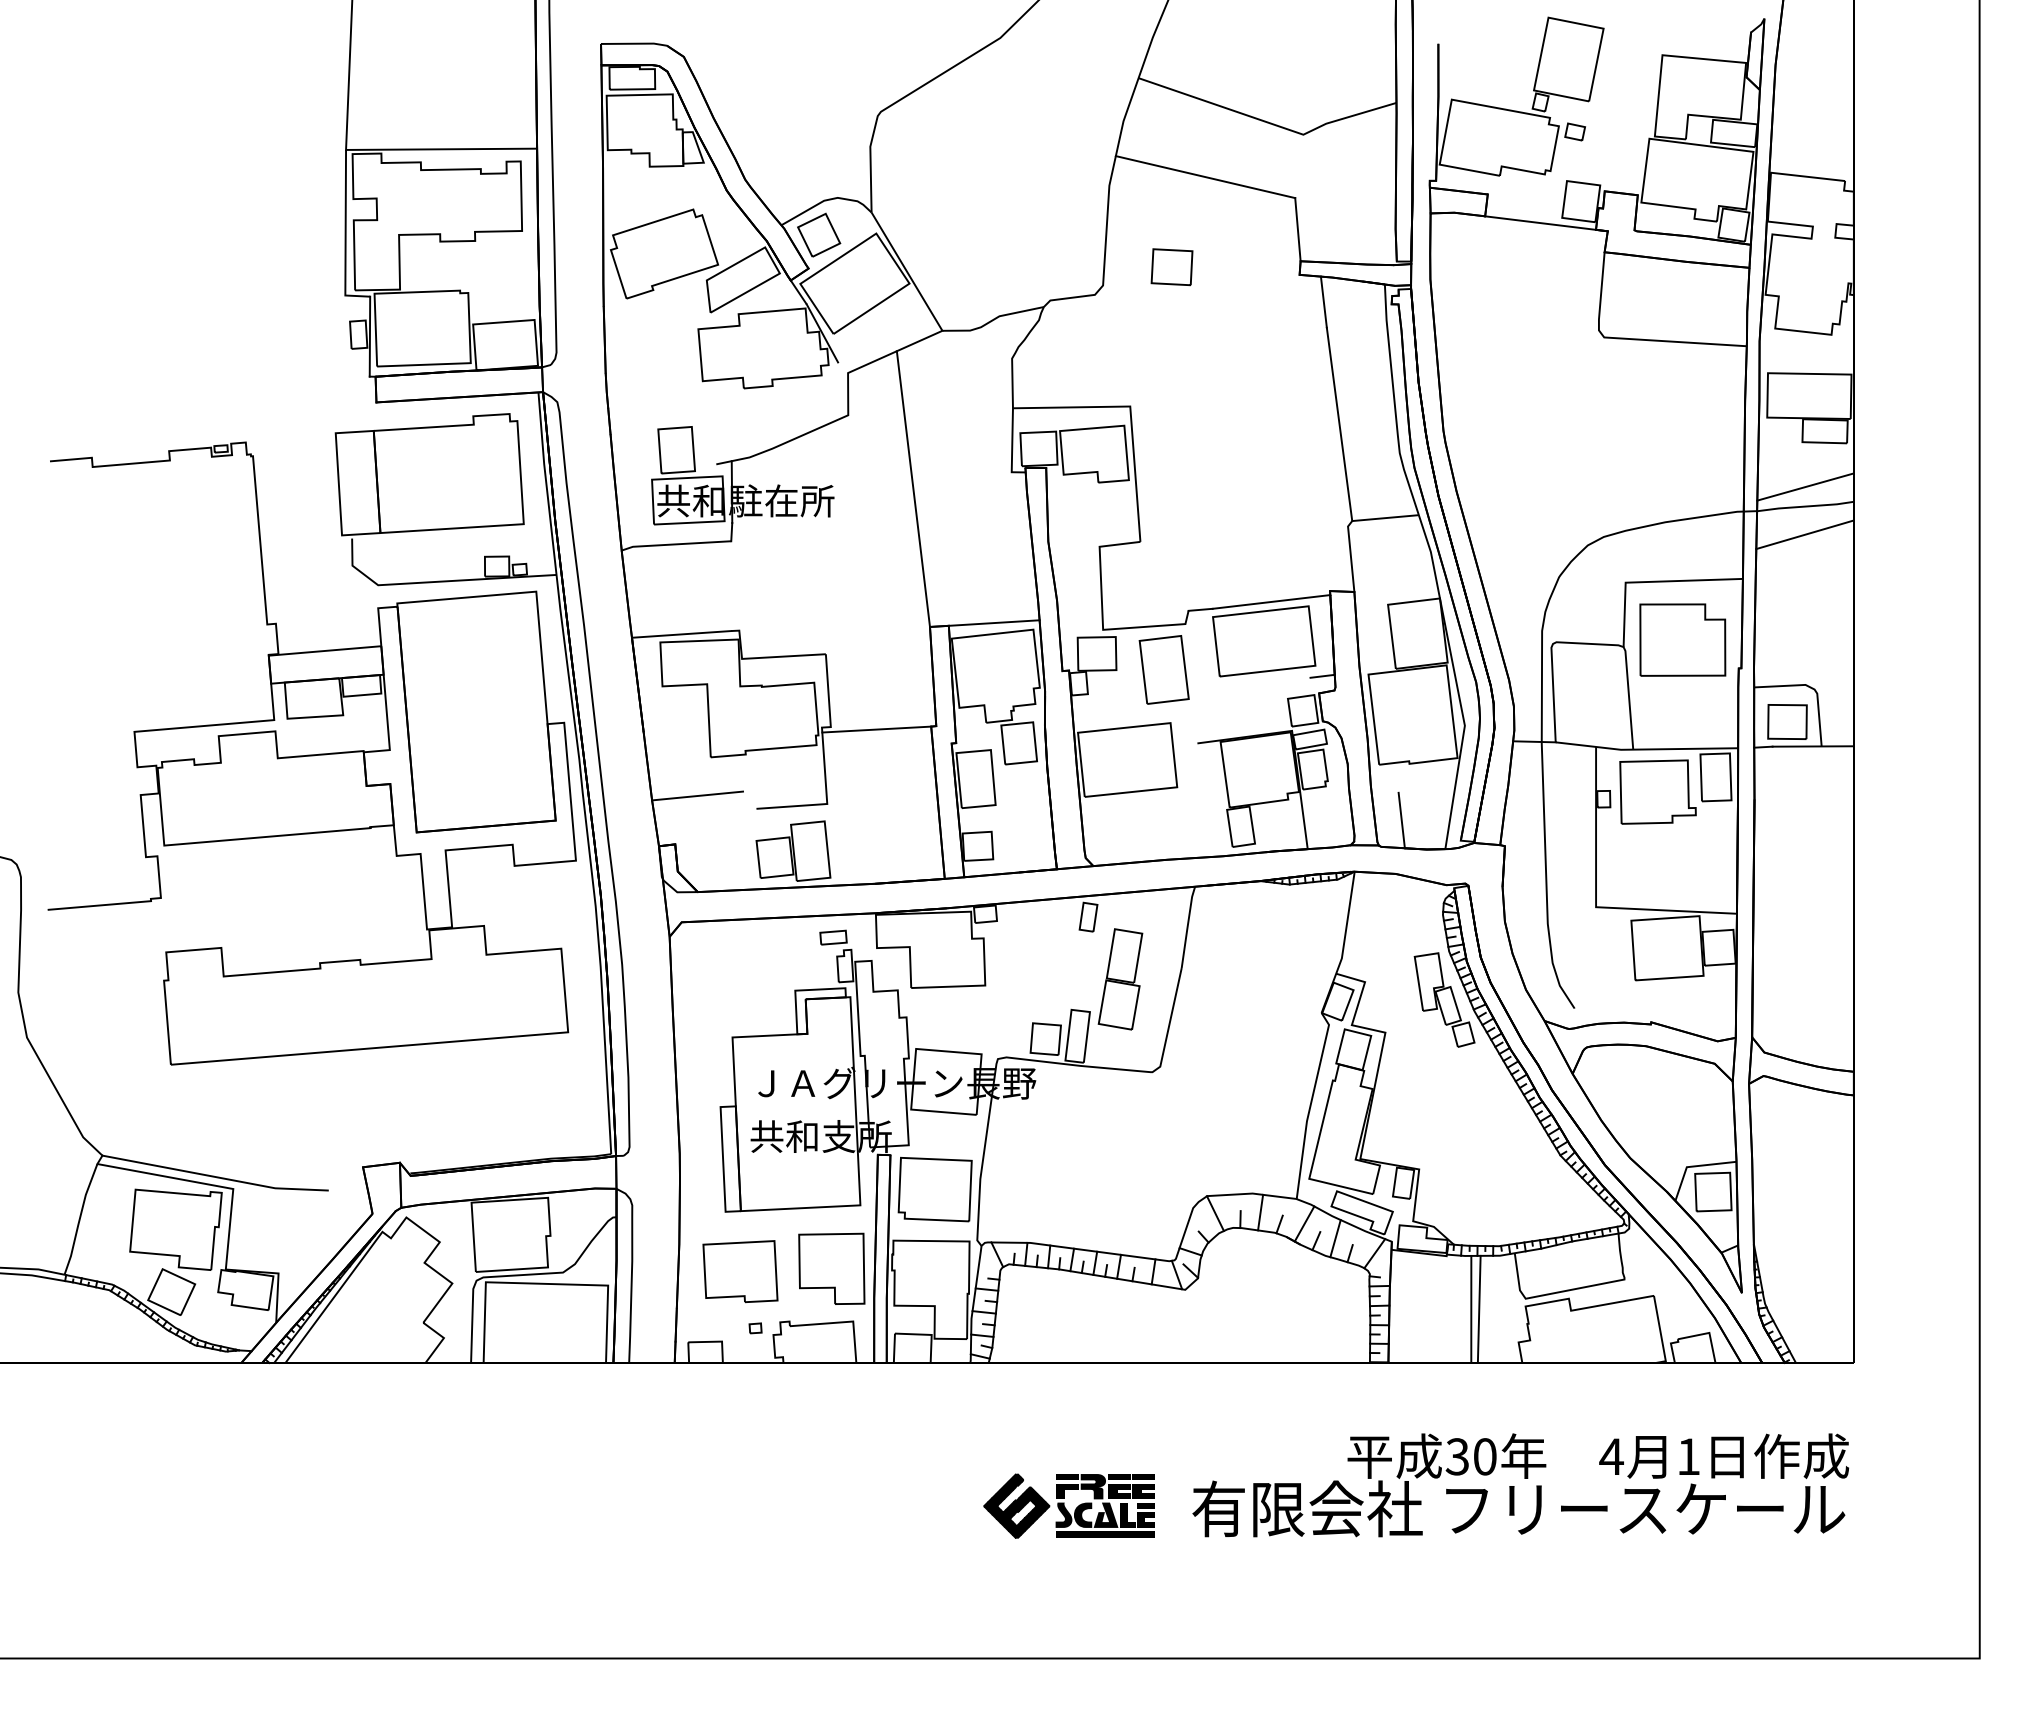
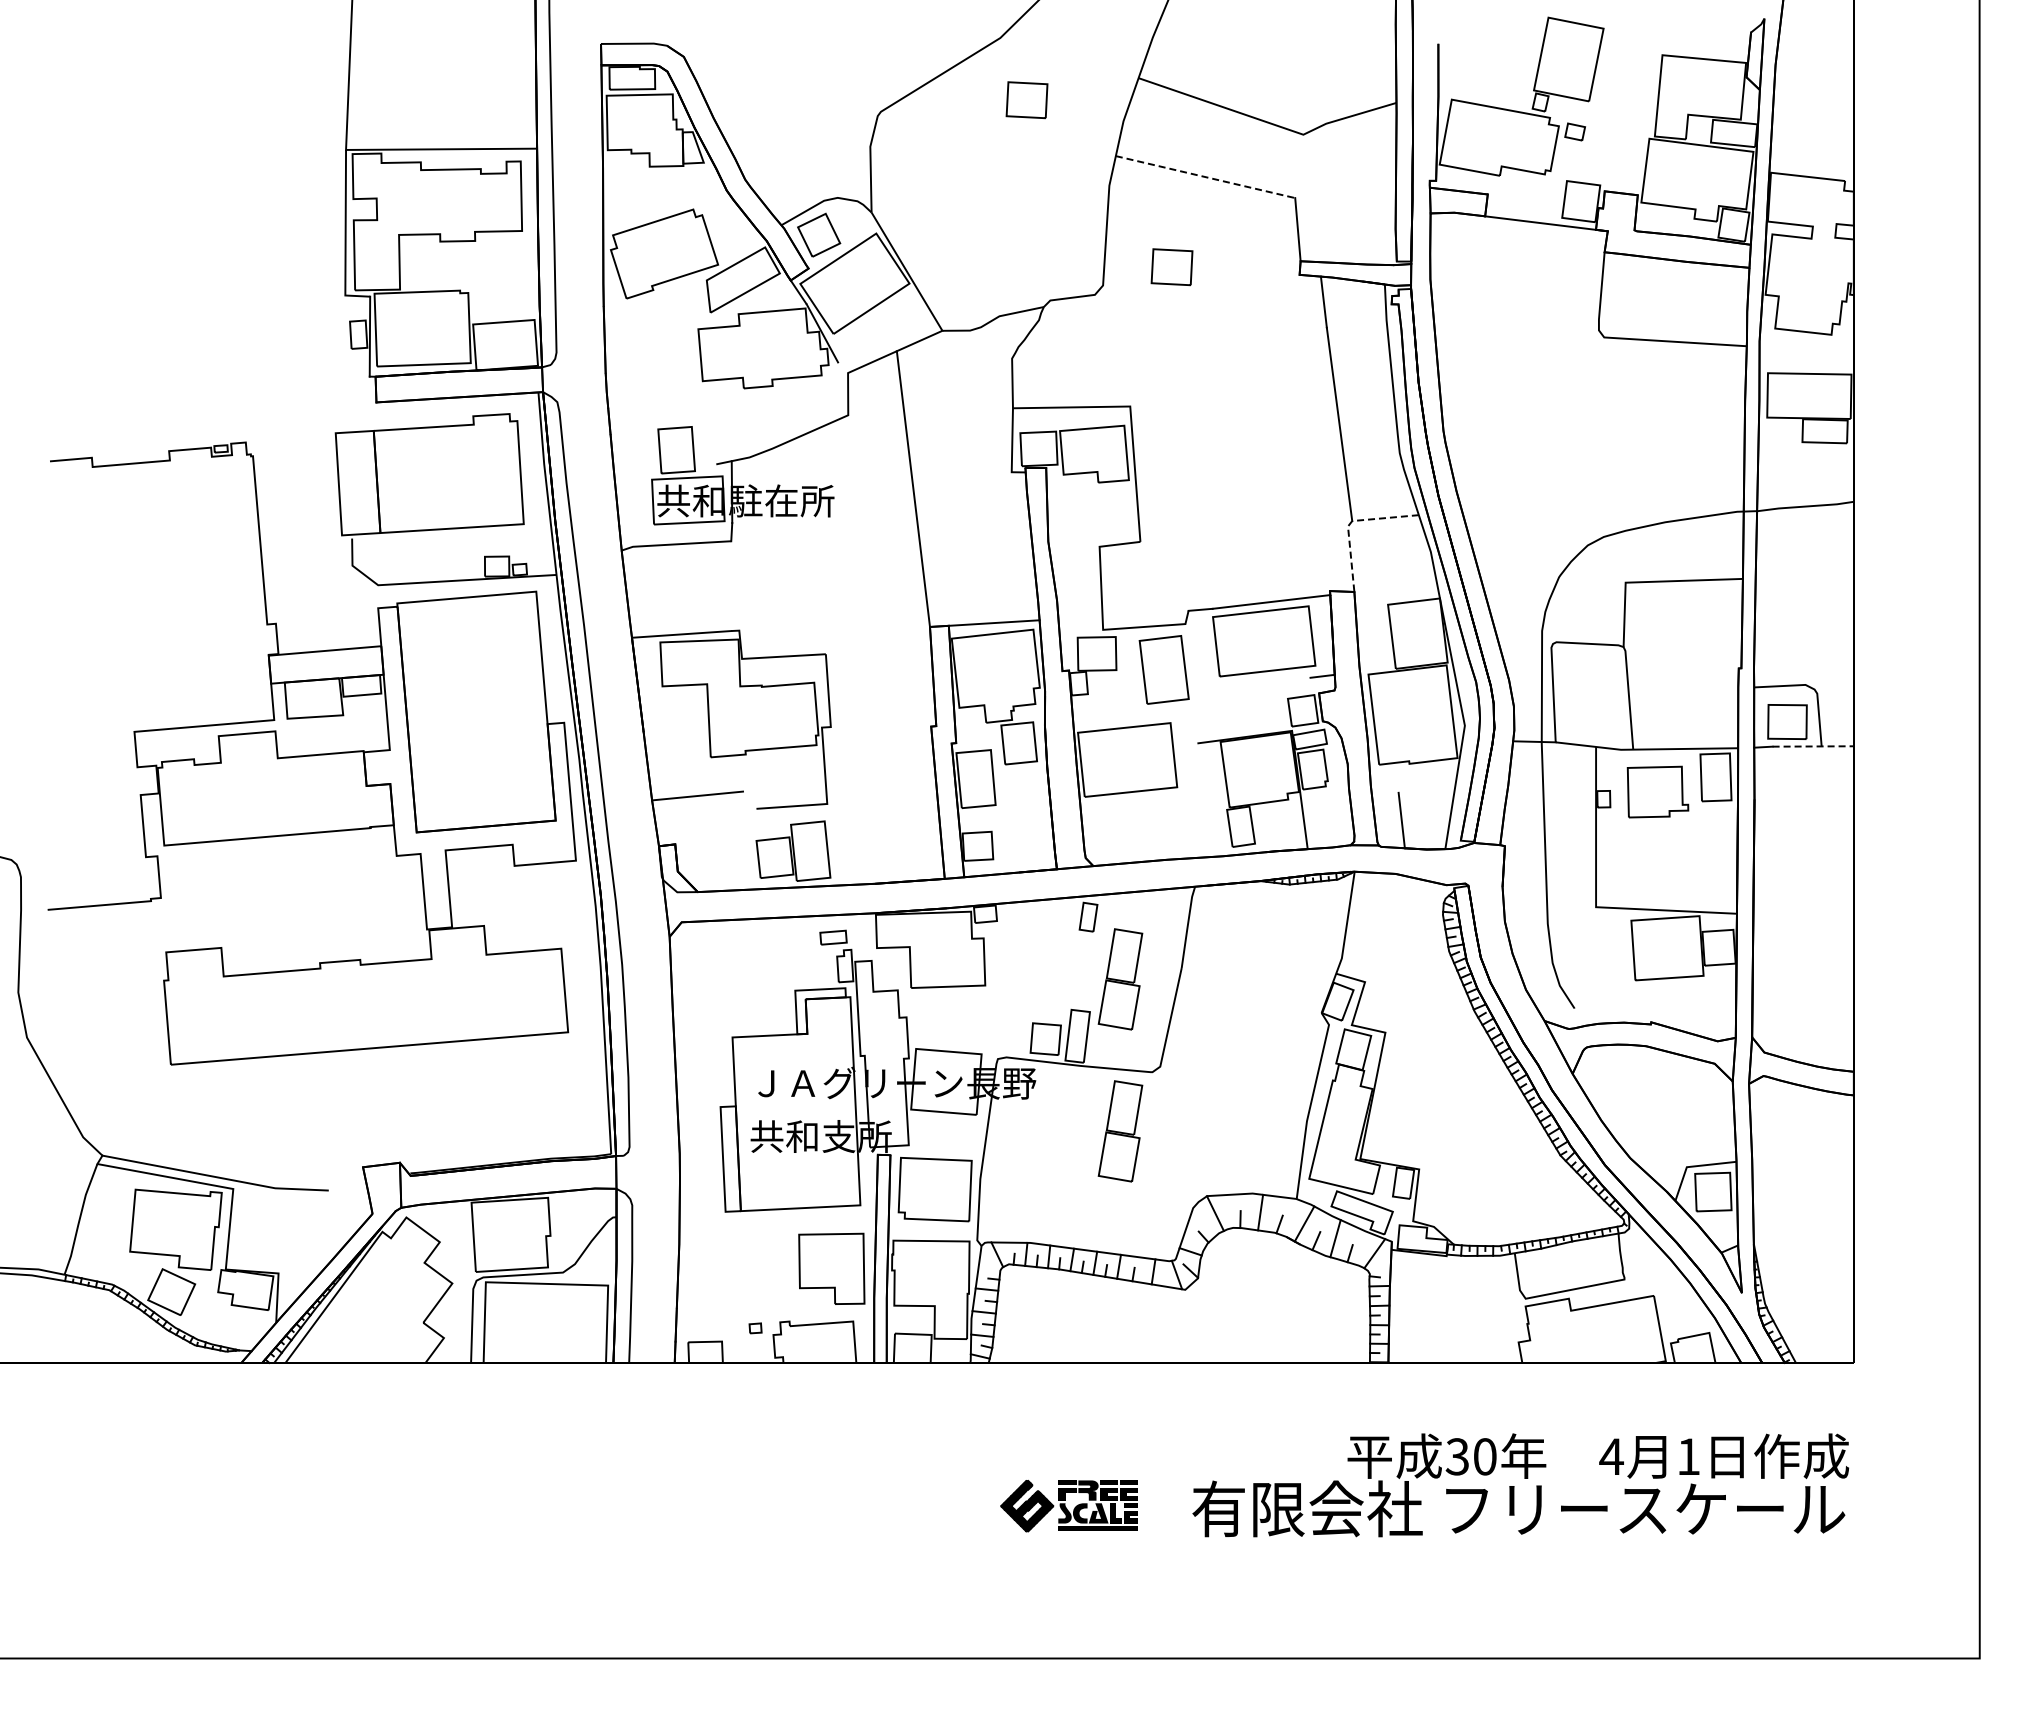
part at (1026, 100): none -> present
line at (1206, 177): solid -> dashed
line at (1805, 486): present -> none
line at (1350, 523): solid -> dashed
line at (1804, 534): present -> none
part at (1682, 639): present -> none
line at (876, 729): present -> none
line at (1813, 746): solid -> dashed
part at (1657, 791) size: 78x66 px -> 64x54 px
part at (1444, 999): present -> none
part at (1120, 1131): none -> present
part at (740, 1271): present -> none
line at (1471, 1308): present -> none
line at (1478, 1308): present -> none
part at (1068, 1505) size: 172x66 px -> 138x54 px
